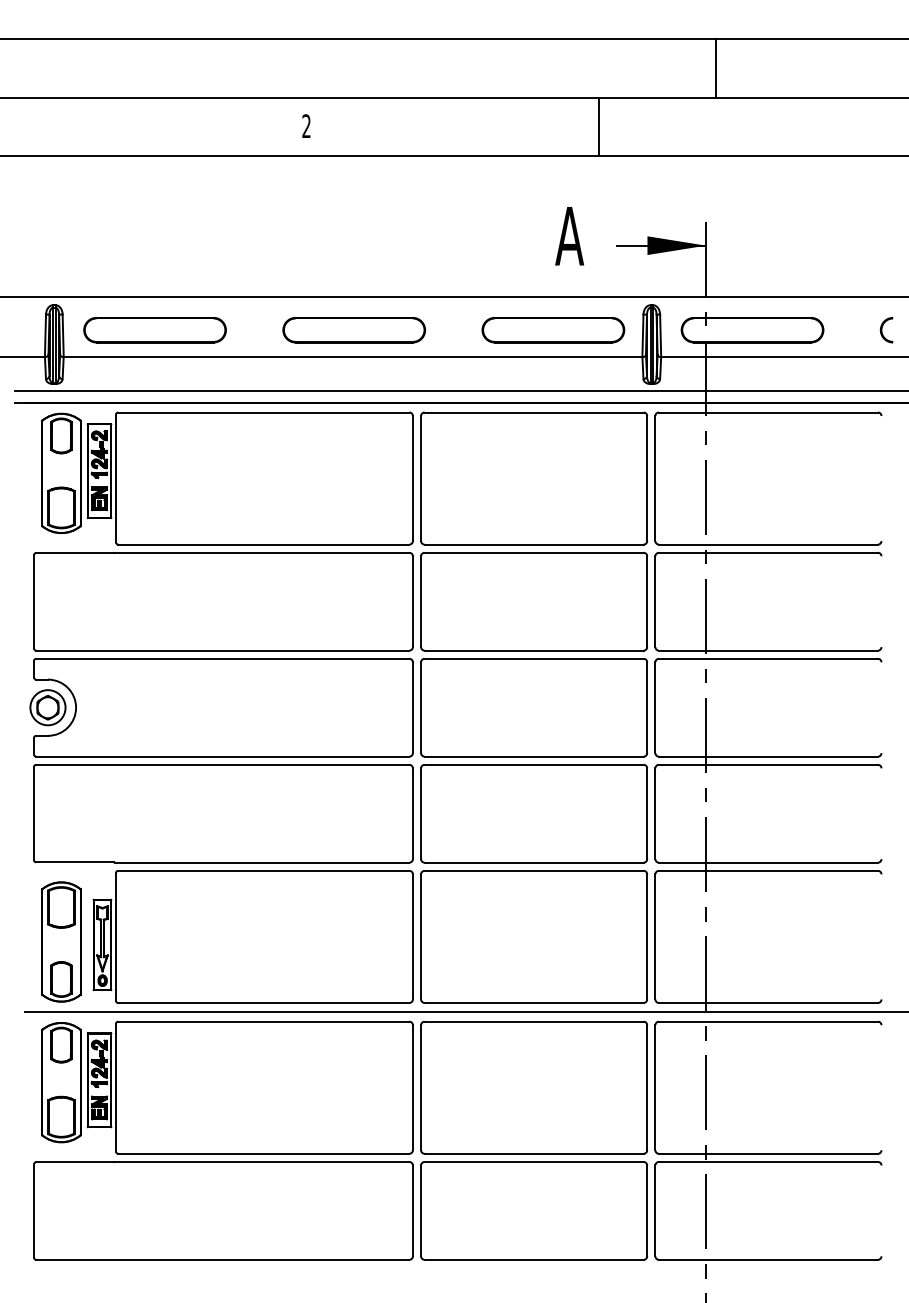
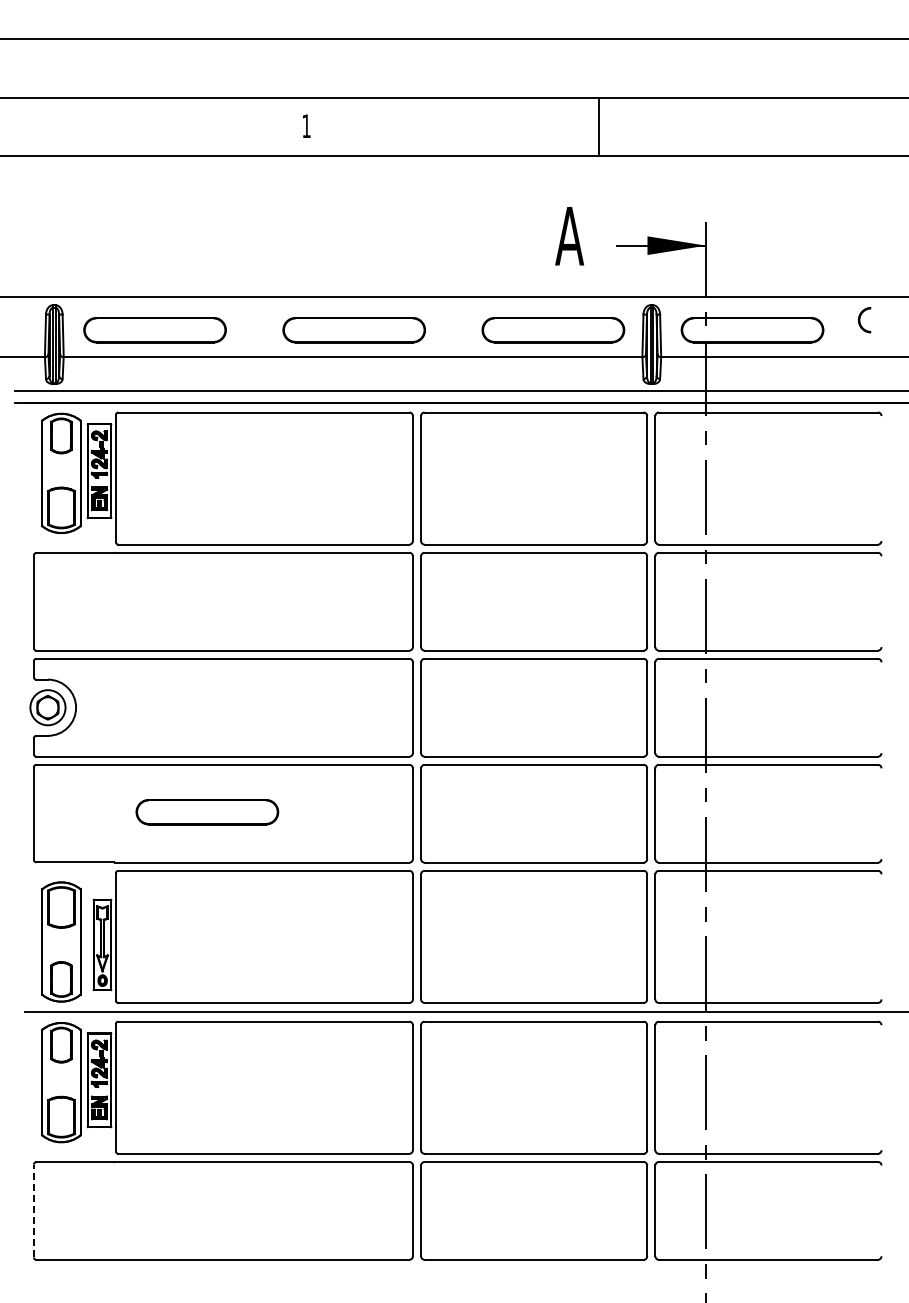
line at (716, 68): present -> none
text at (306, 125): 2 -> 1
part at (886, 330) position: (886, 330) -> (864, 320)
part at (207, 812): none -> present
line at (33, 1210): solid -> dashed
